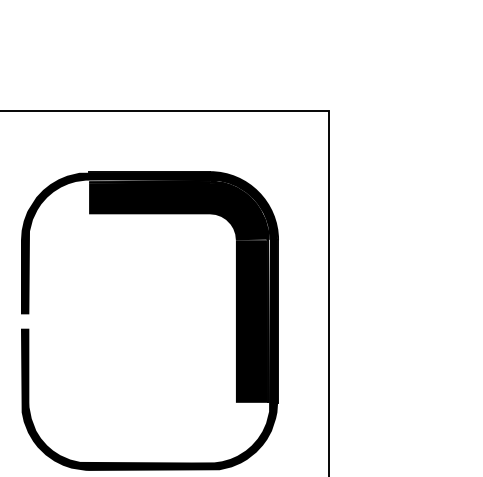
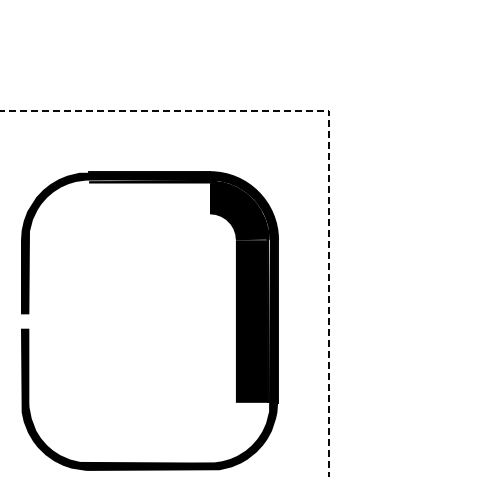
line at (329, 128): solid -> dashed
fill at (149, 198): present -> none
